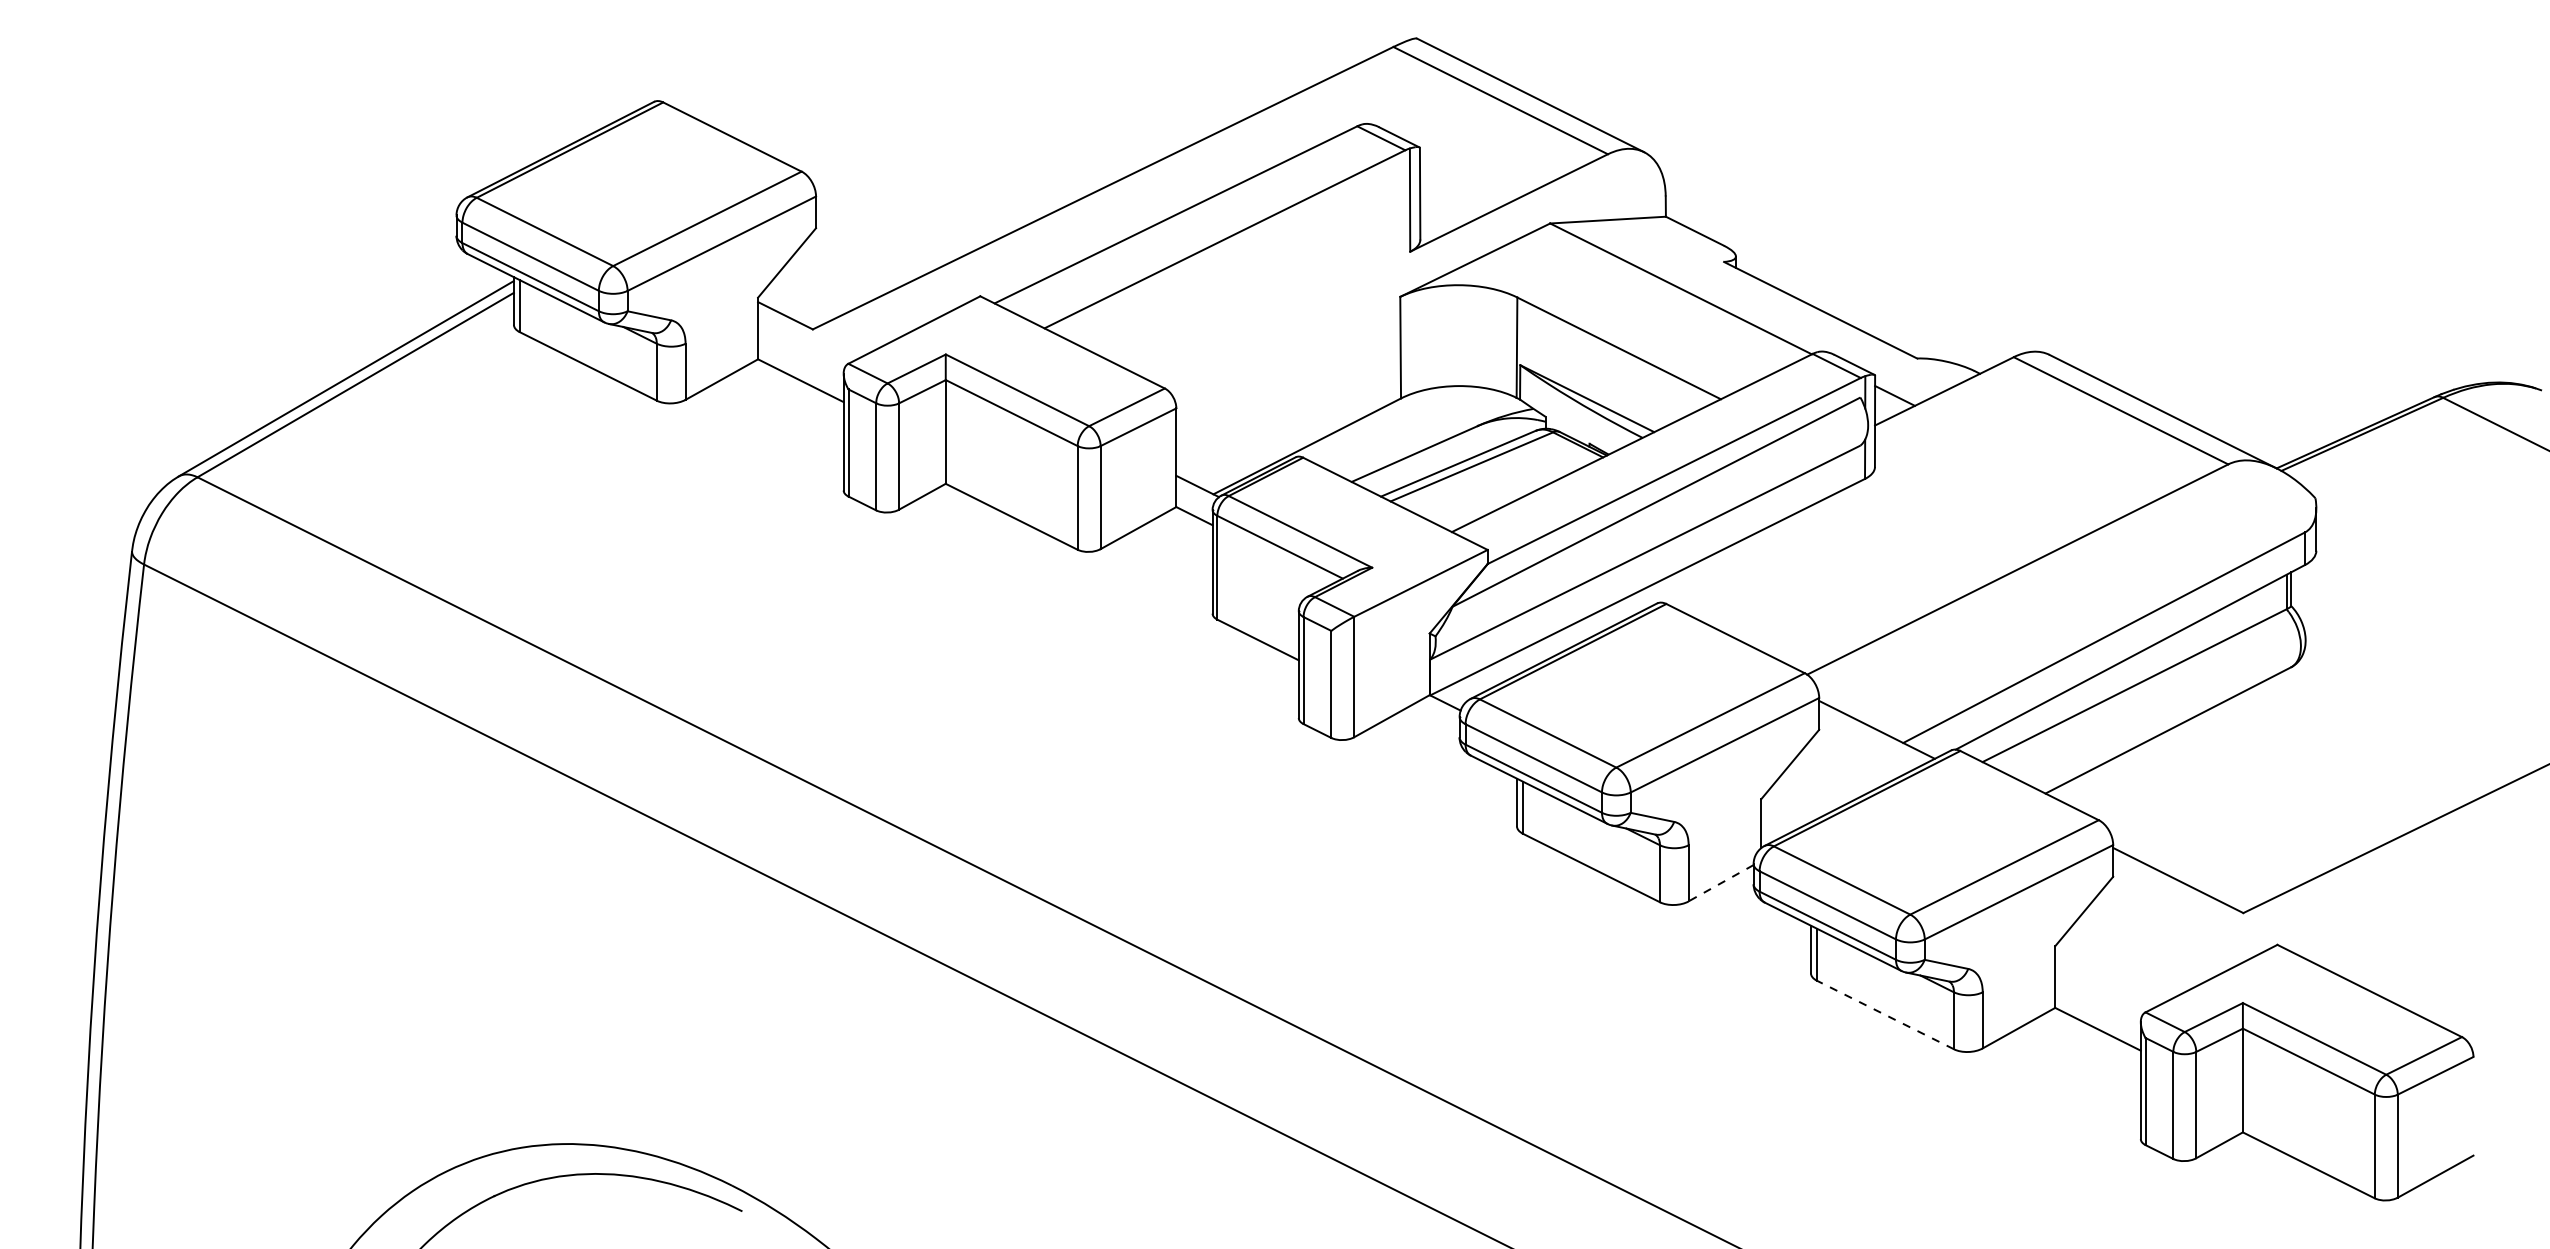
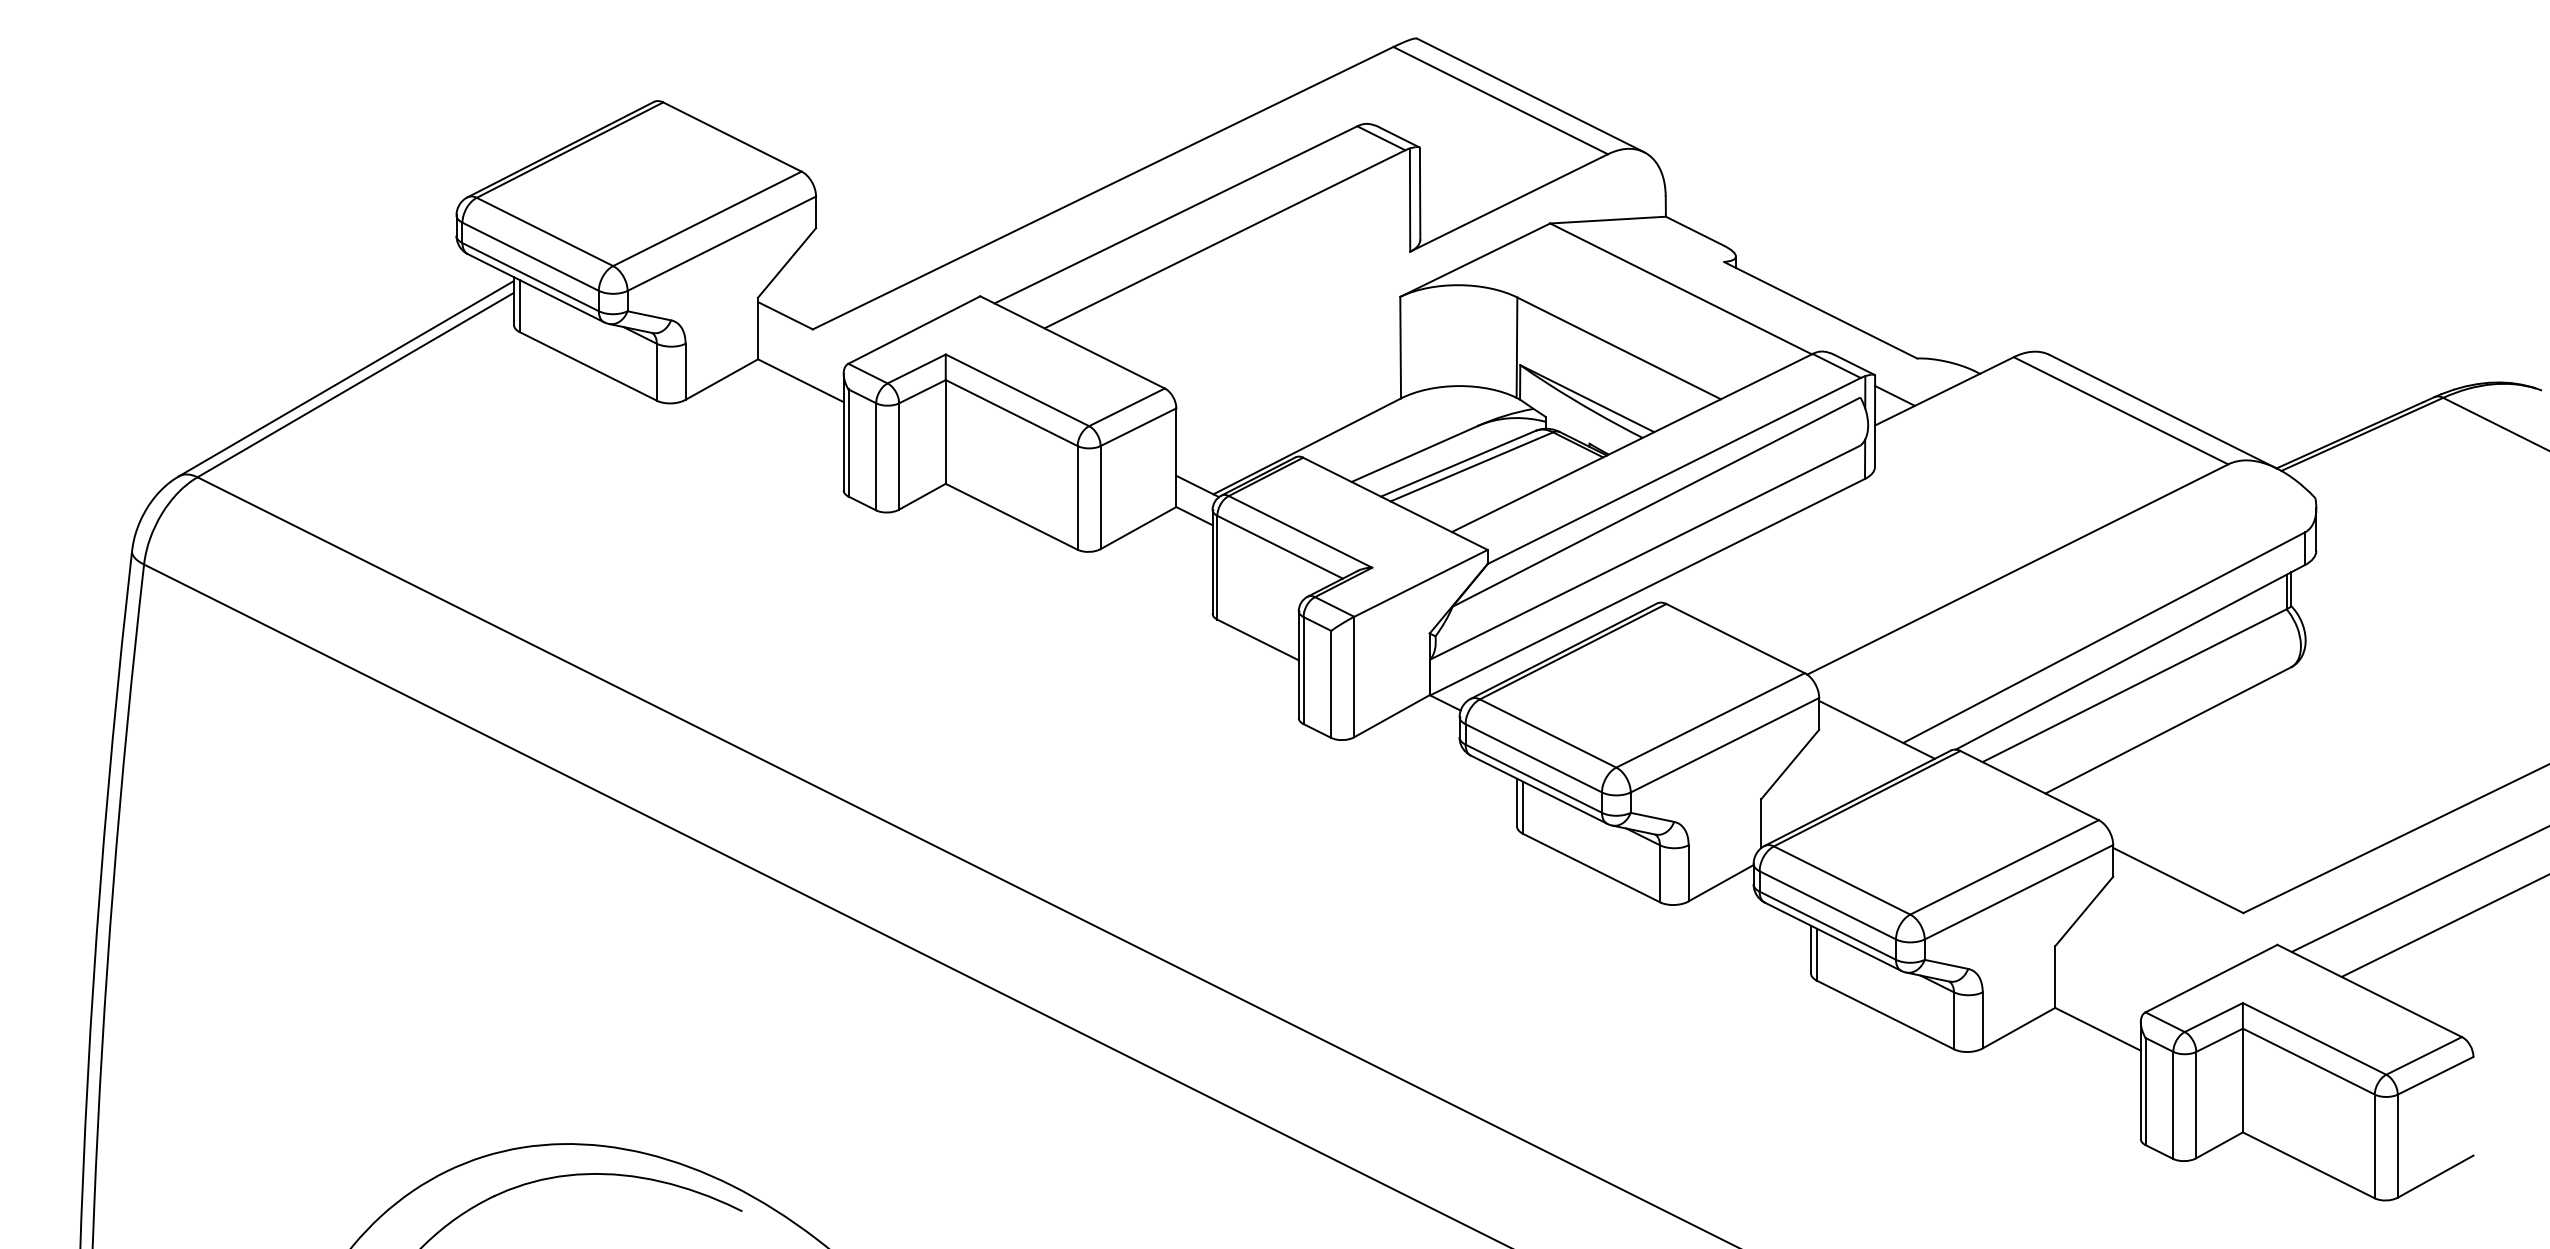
line at (1720, 883): dashed -> solid
line at (2418, 889): none -> present
line at (2443, 925): none -> present
line at (1885, 1014): dashed -> solid
